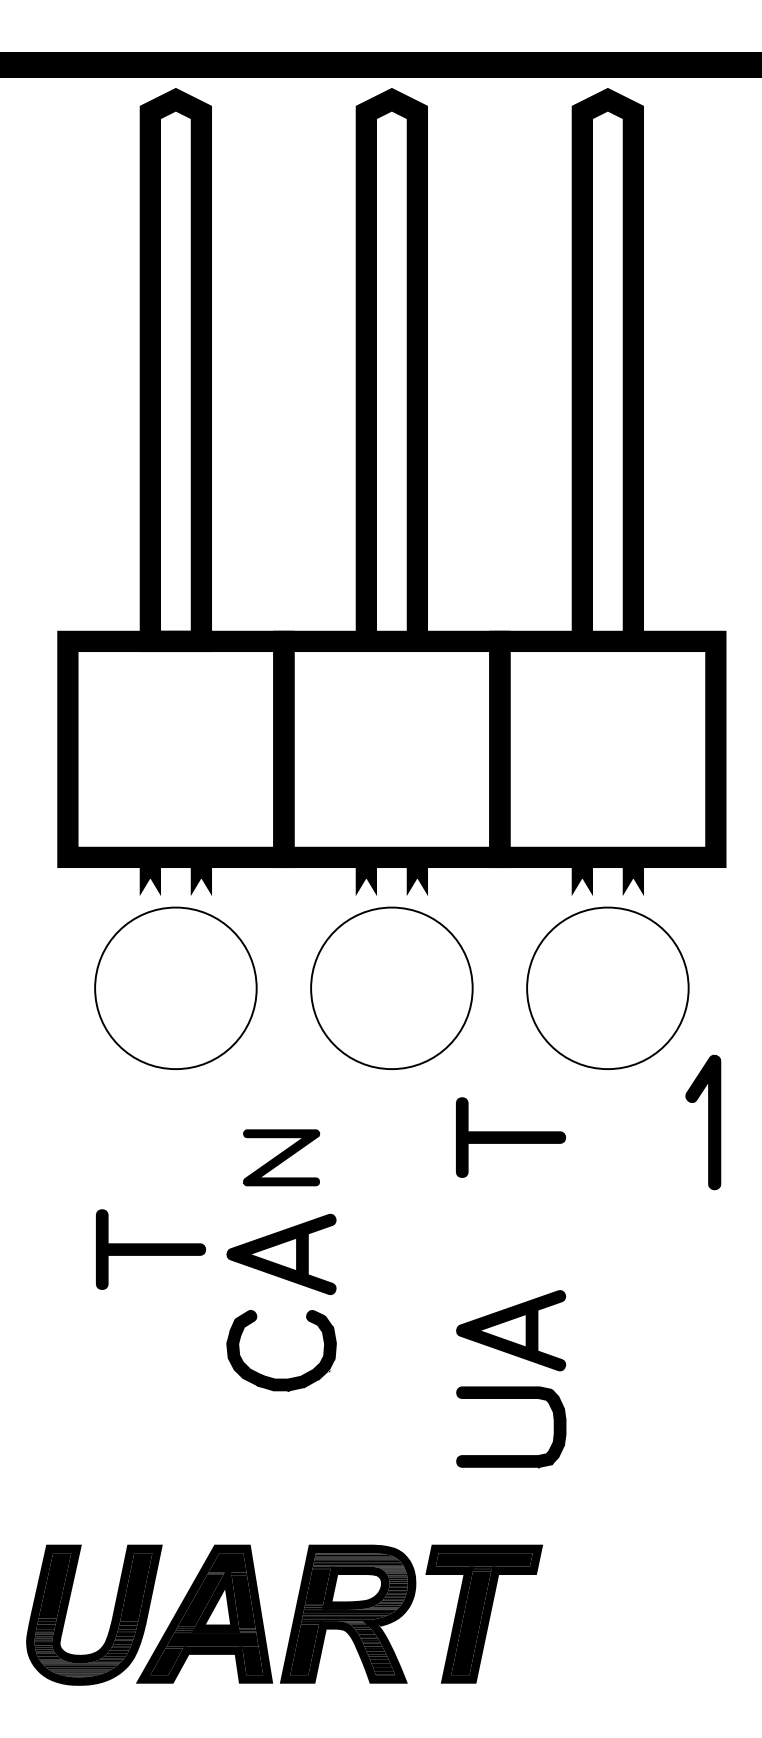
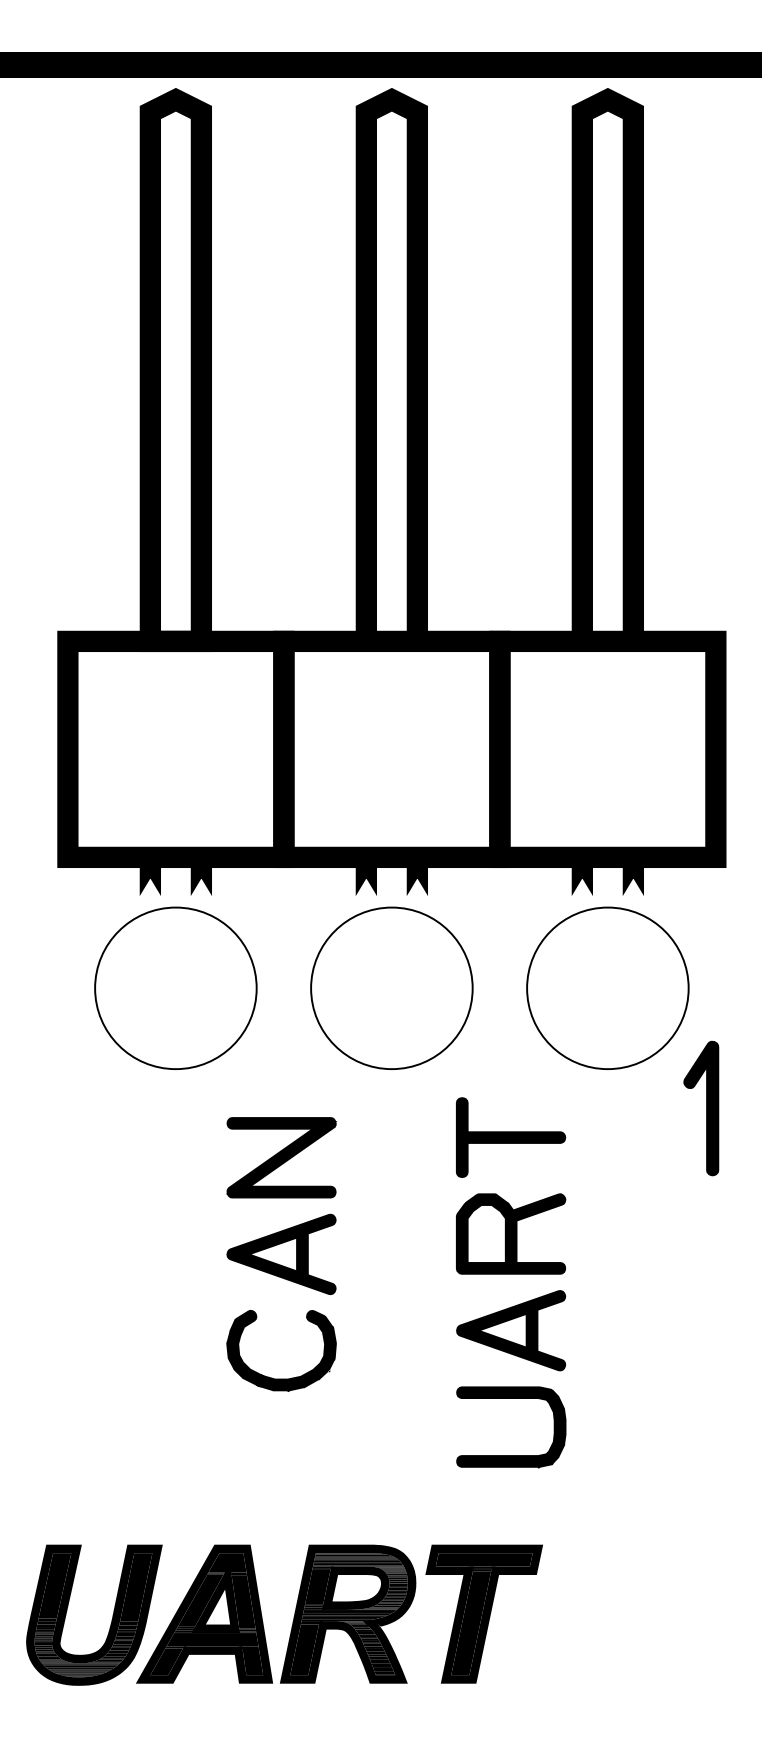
part at (703, 1122) position: (703, 1122) -> (701, 1108)
part at (281, 1157) size: 78x58 px -> 111x82 px
part at (511, 1233): none -> present
part at (151, 1249): present -> none
